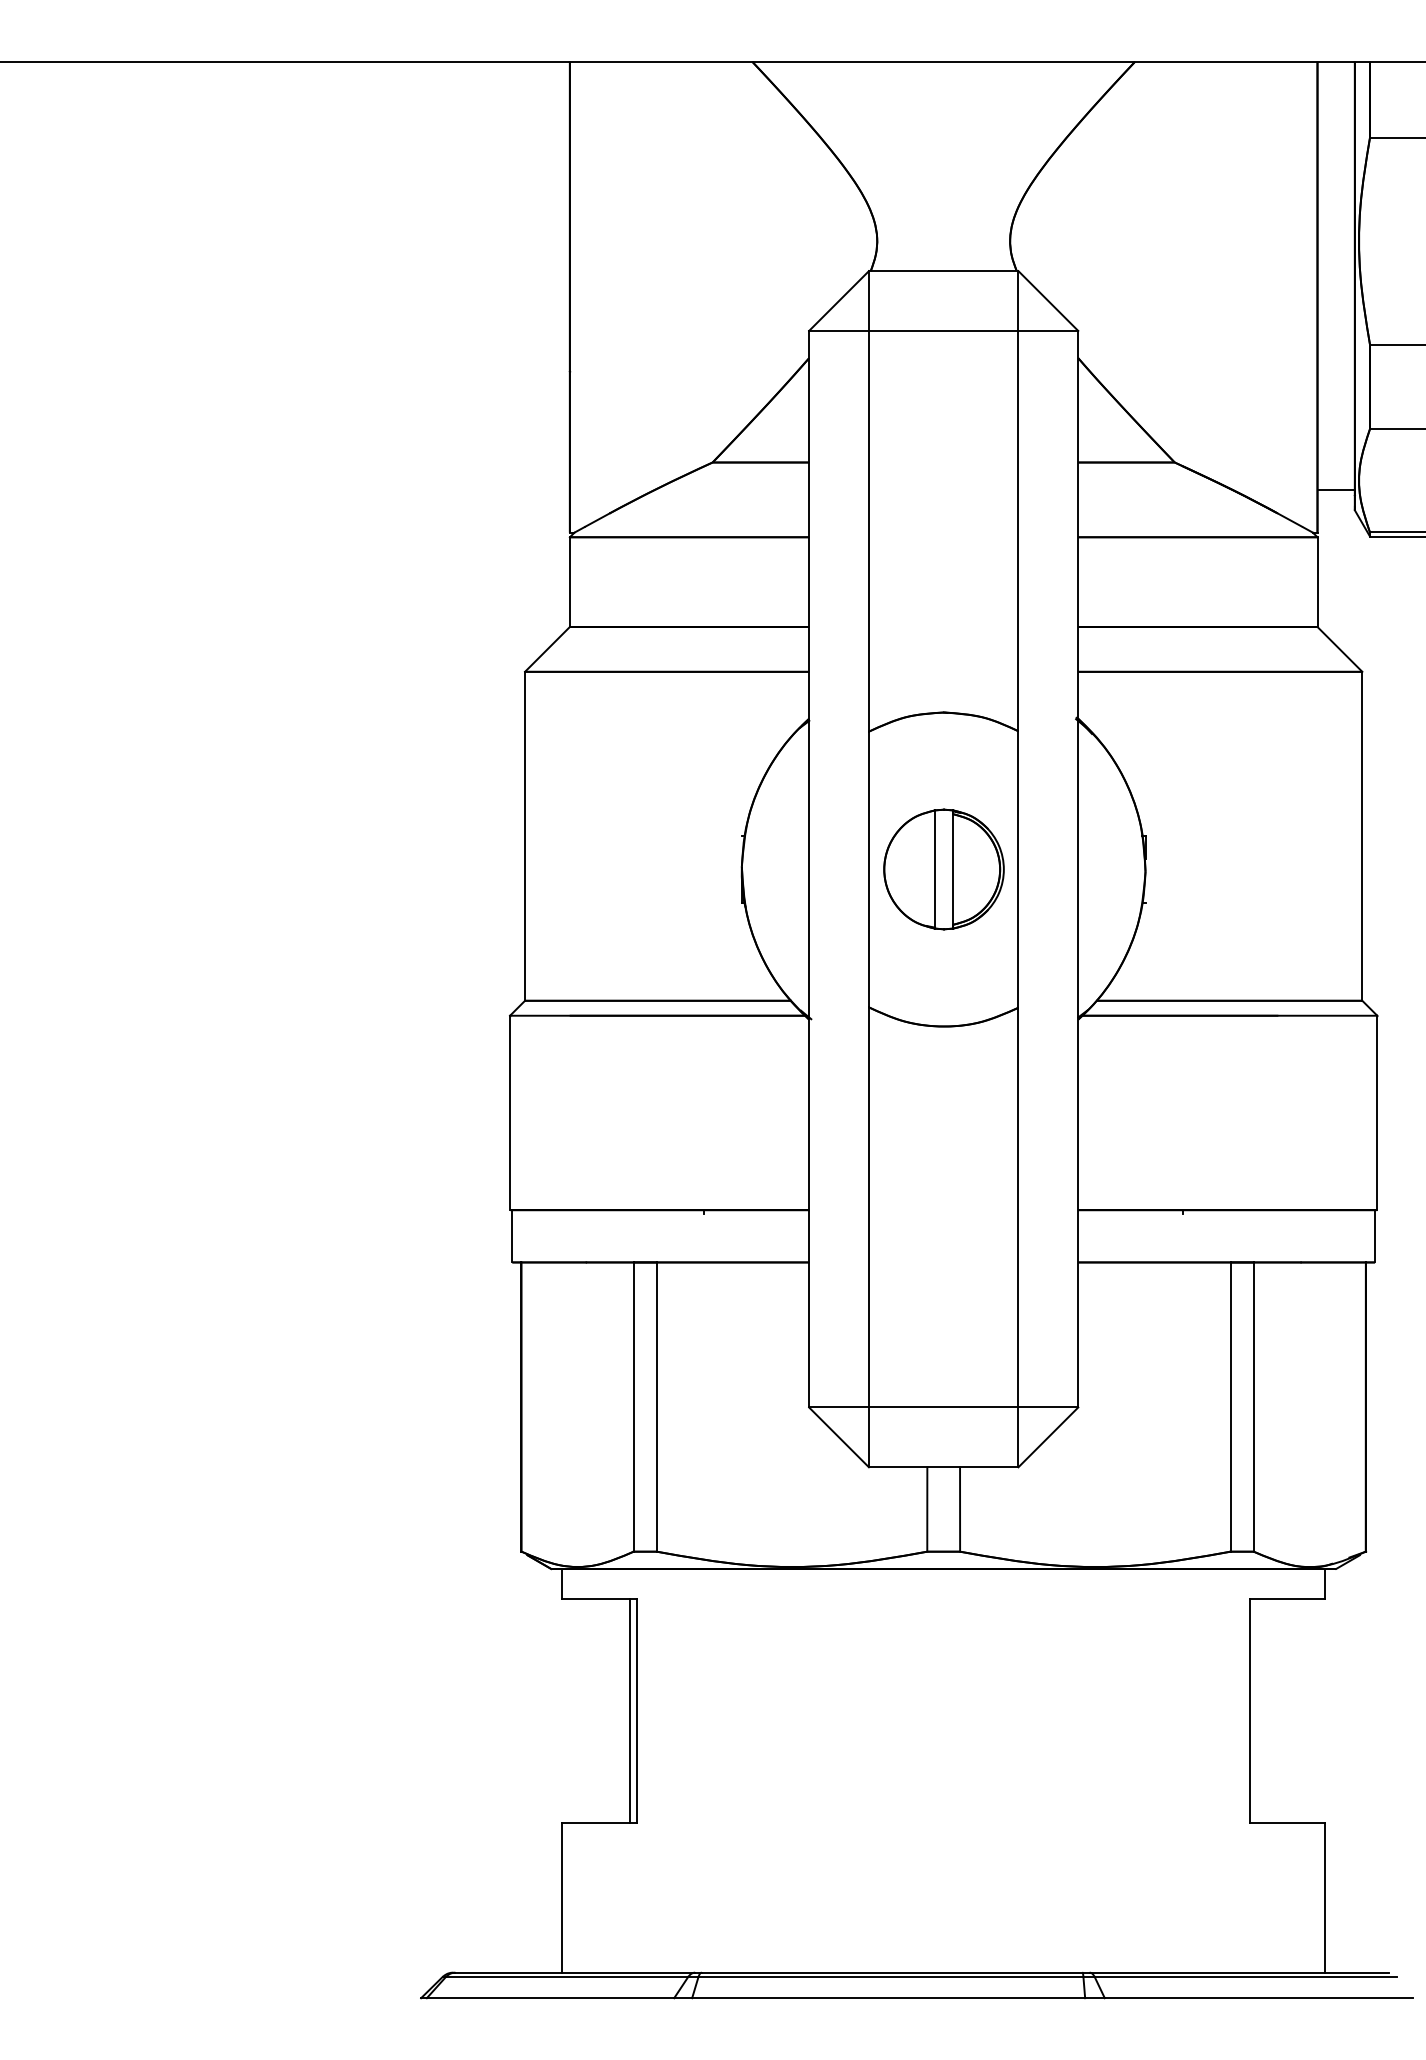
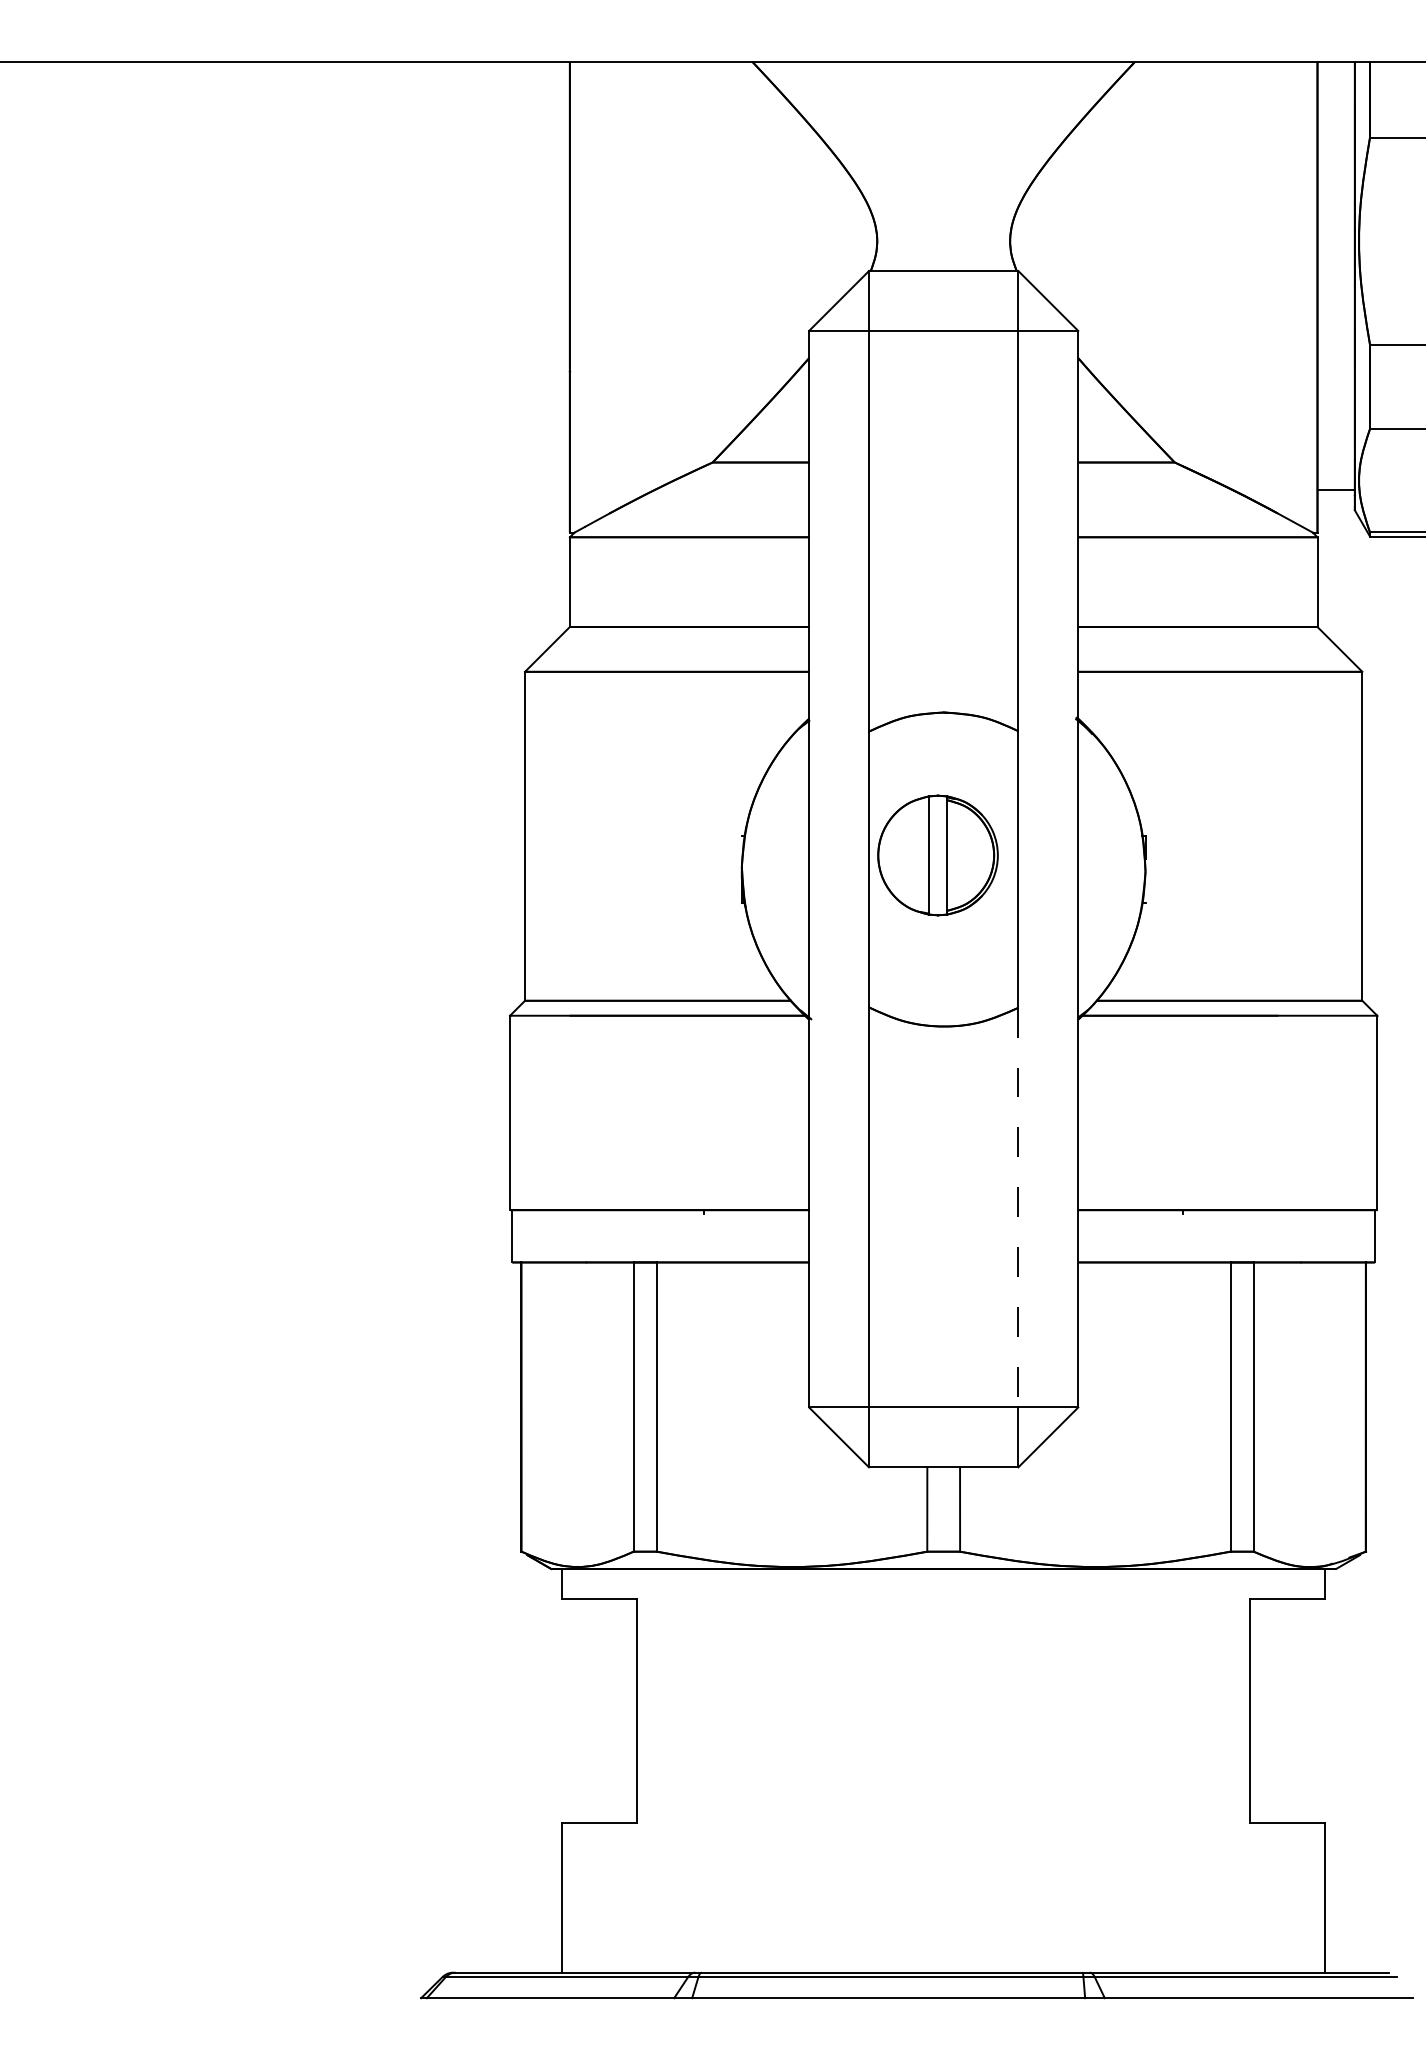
part at (943, 869) position: (943, 869) -> (937, 855)
line at (1018, 1207): solid -> dashed
line at (629, 1710): present -> none
